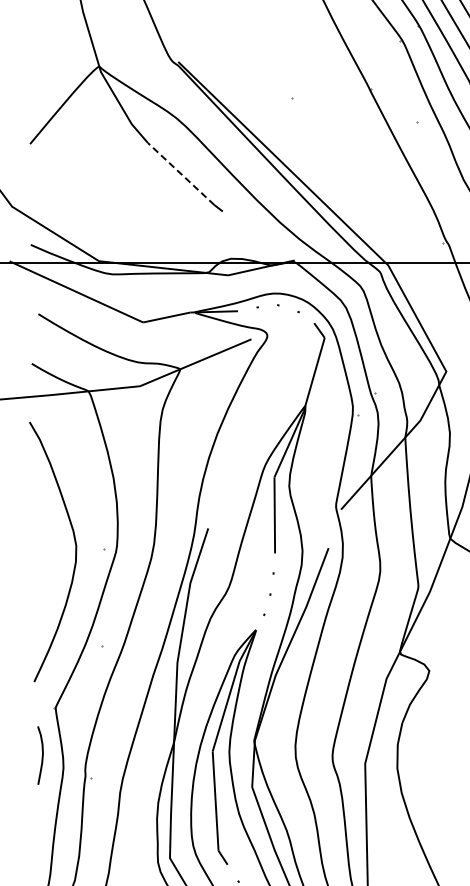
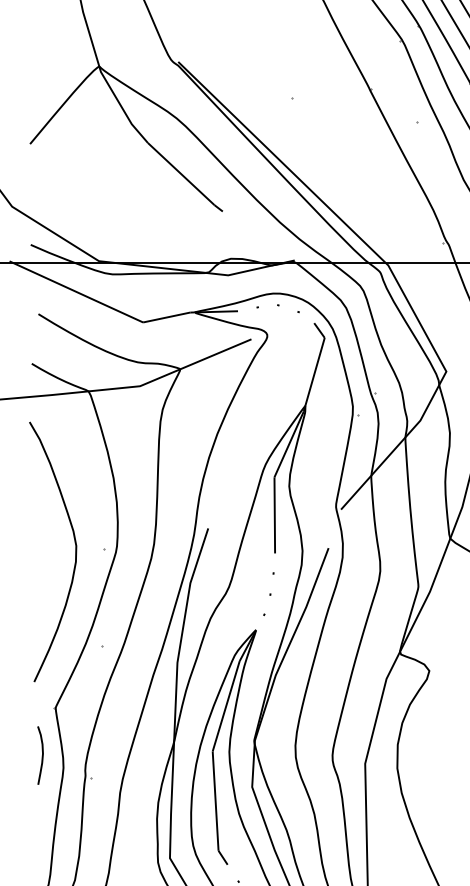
line at (180, 173): dashed -> solid
